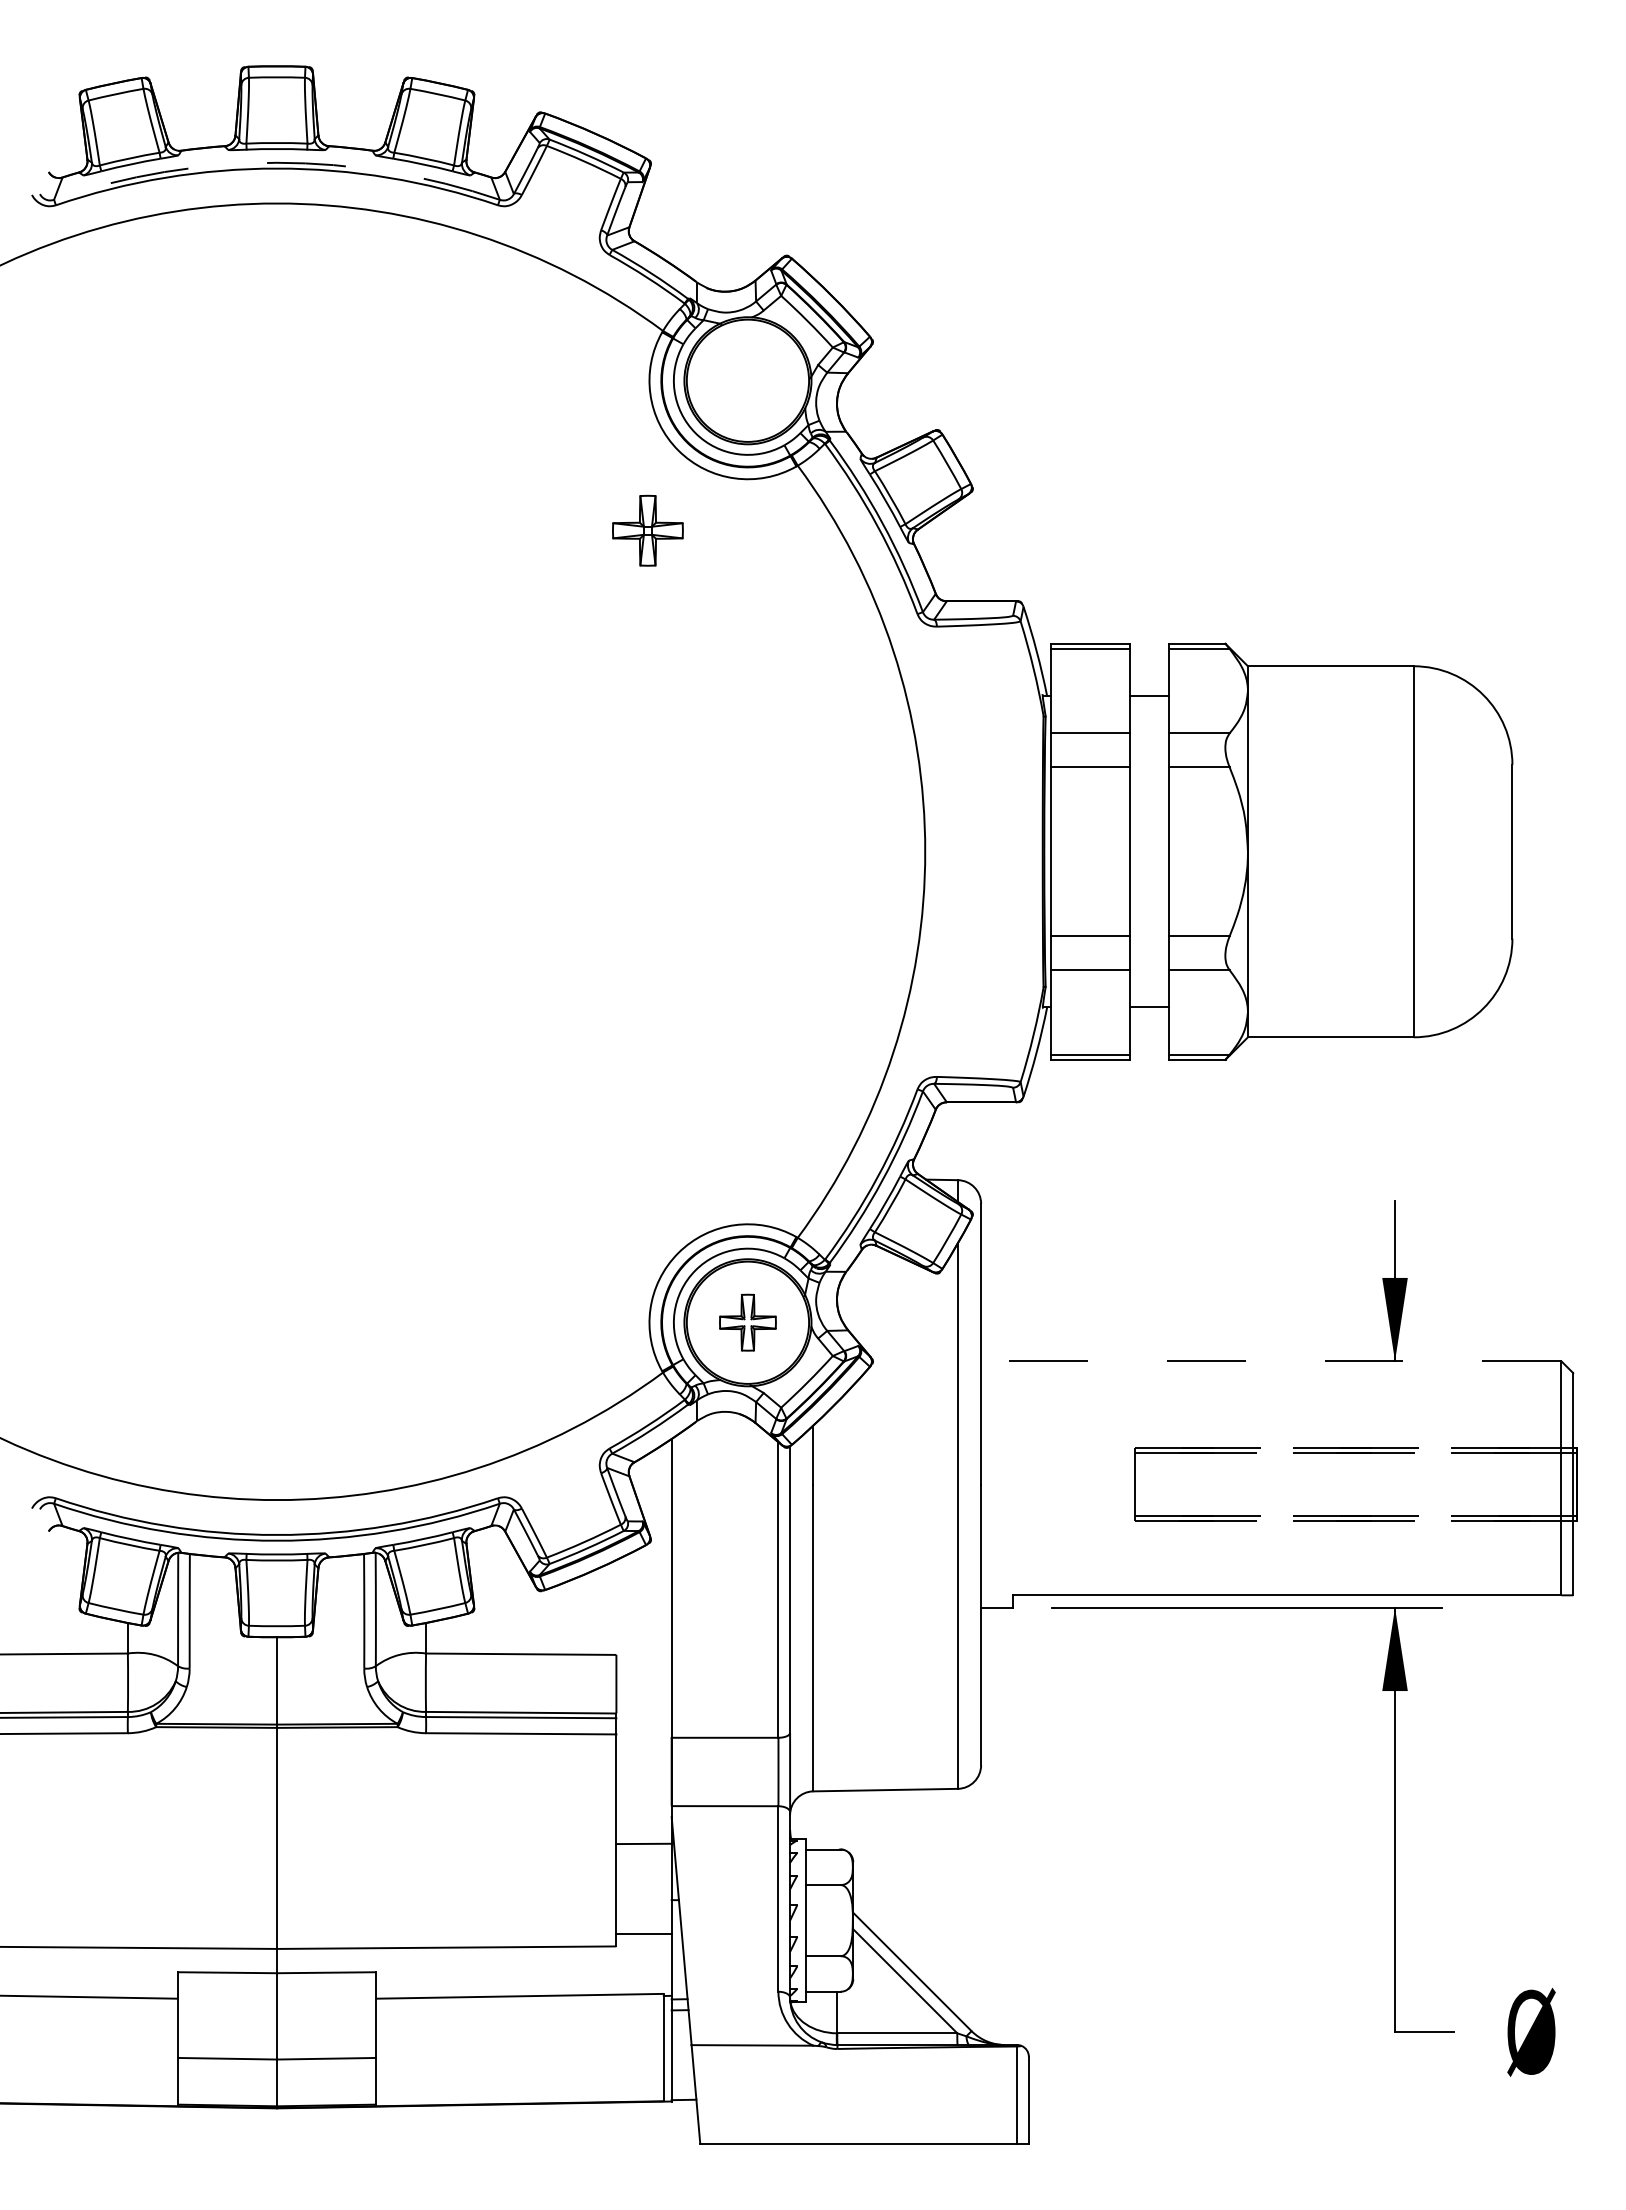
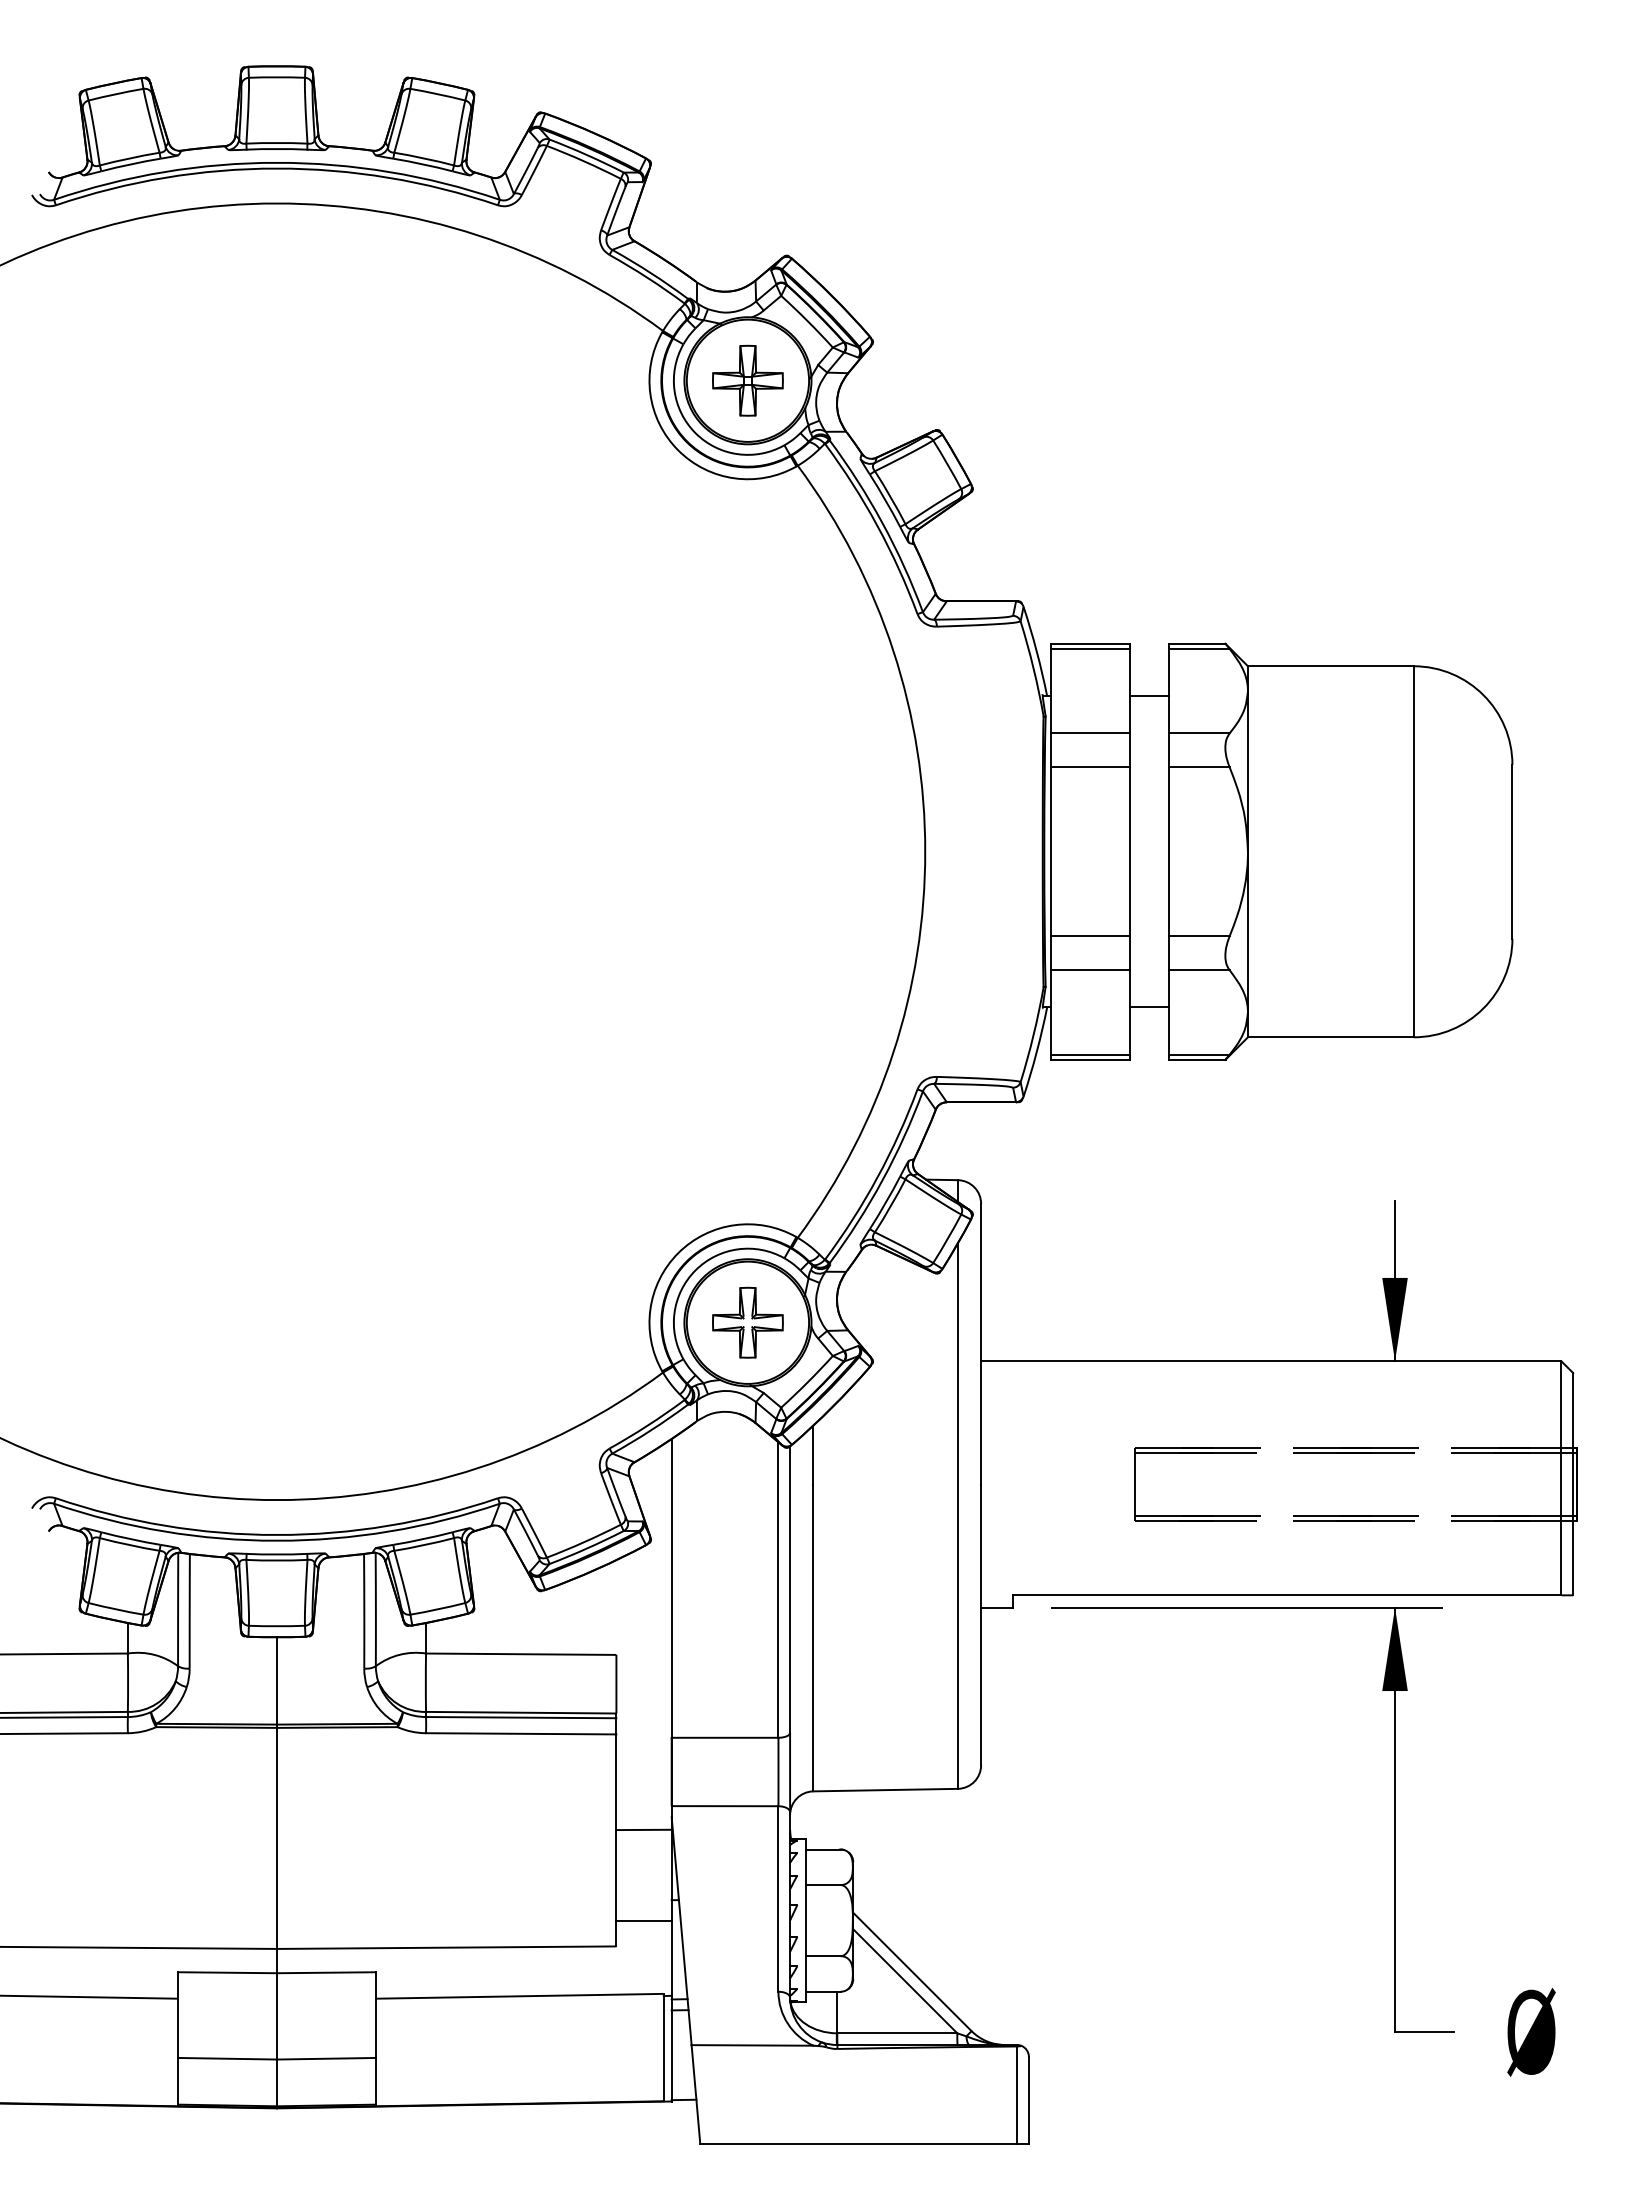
arc at (276, 162): dashed -> solid
part at (647, 530) position: (647, 530) -> (747, 380)
part at (747, 1322) size: 58x59 px -> 72x73 px
line at (1270, 1361): dashed -> solid
line at (643, 1843) position: (643, 1843) -> (643, 1829)
line at (643, 1933) position: (643, 1933) -> (643, 1920)
